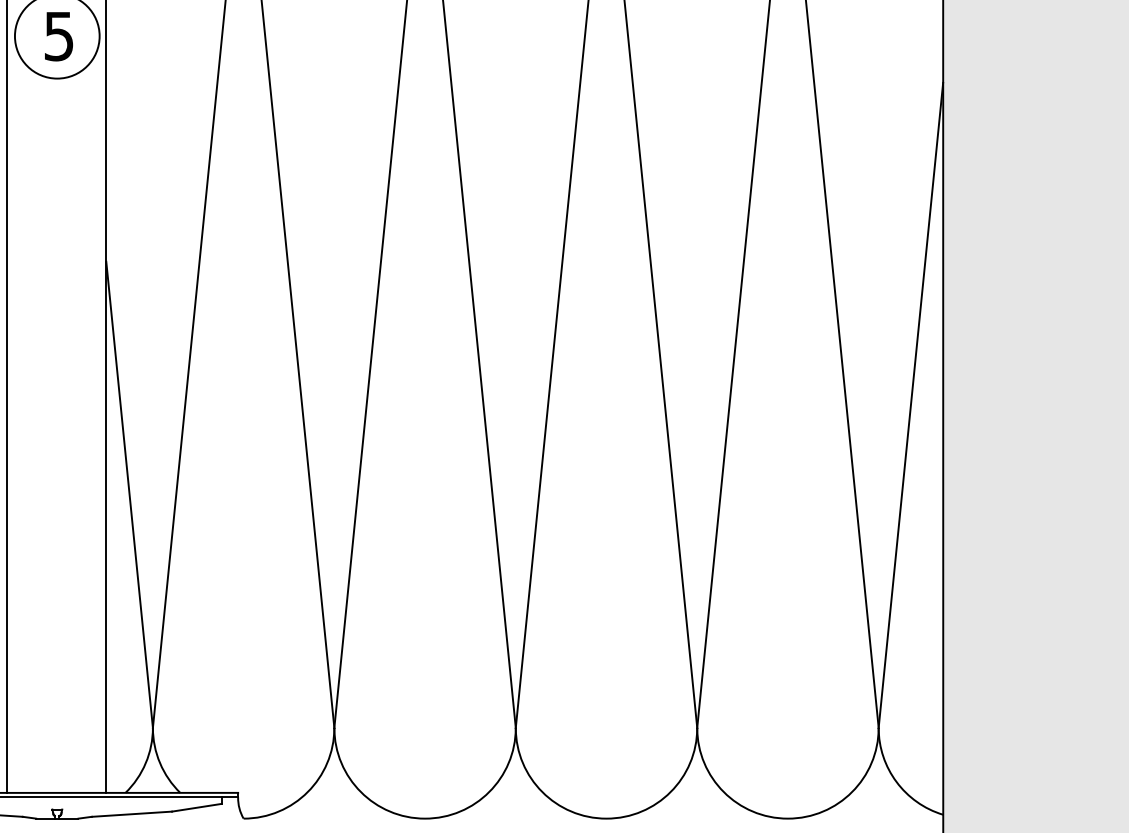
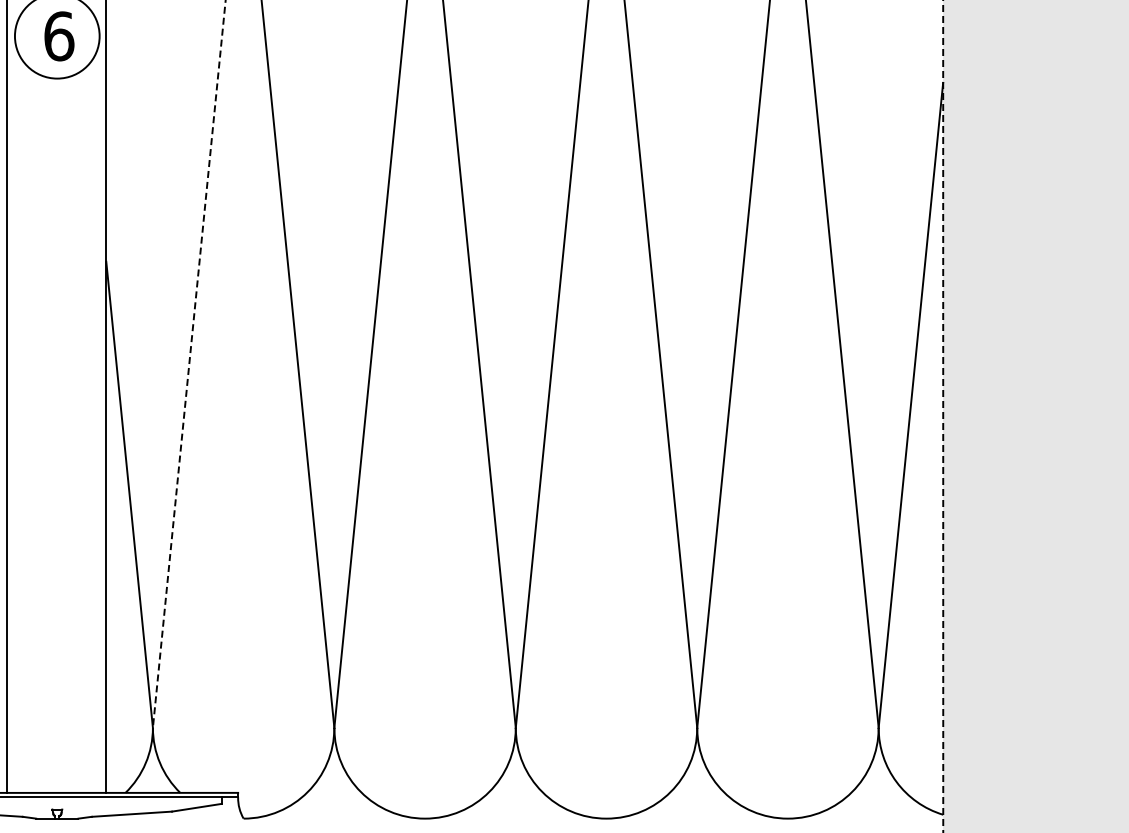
text at (59, 36): 5 -> 6
line at (189, 364): solid -> dashed
line at (943, 416): solid -> dashed
